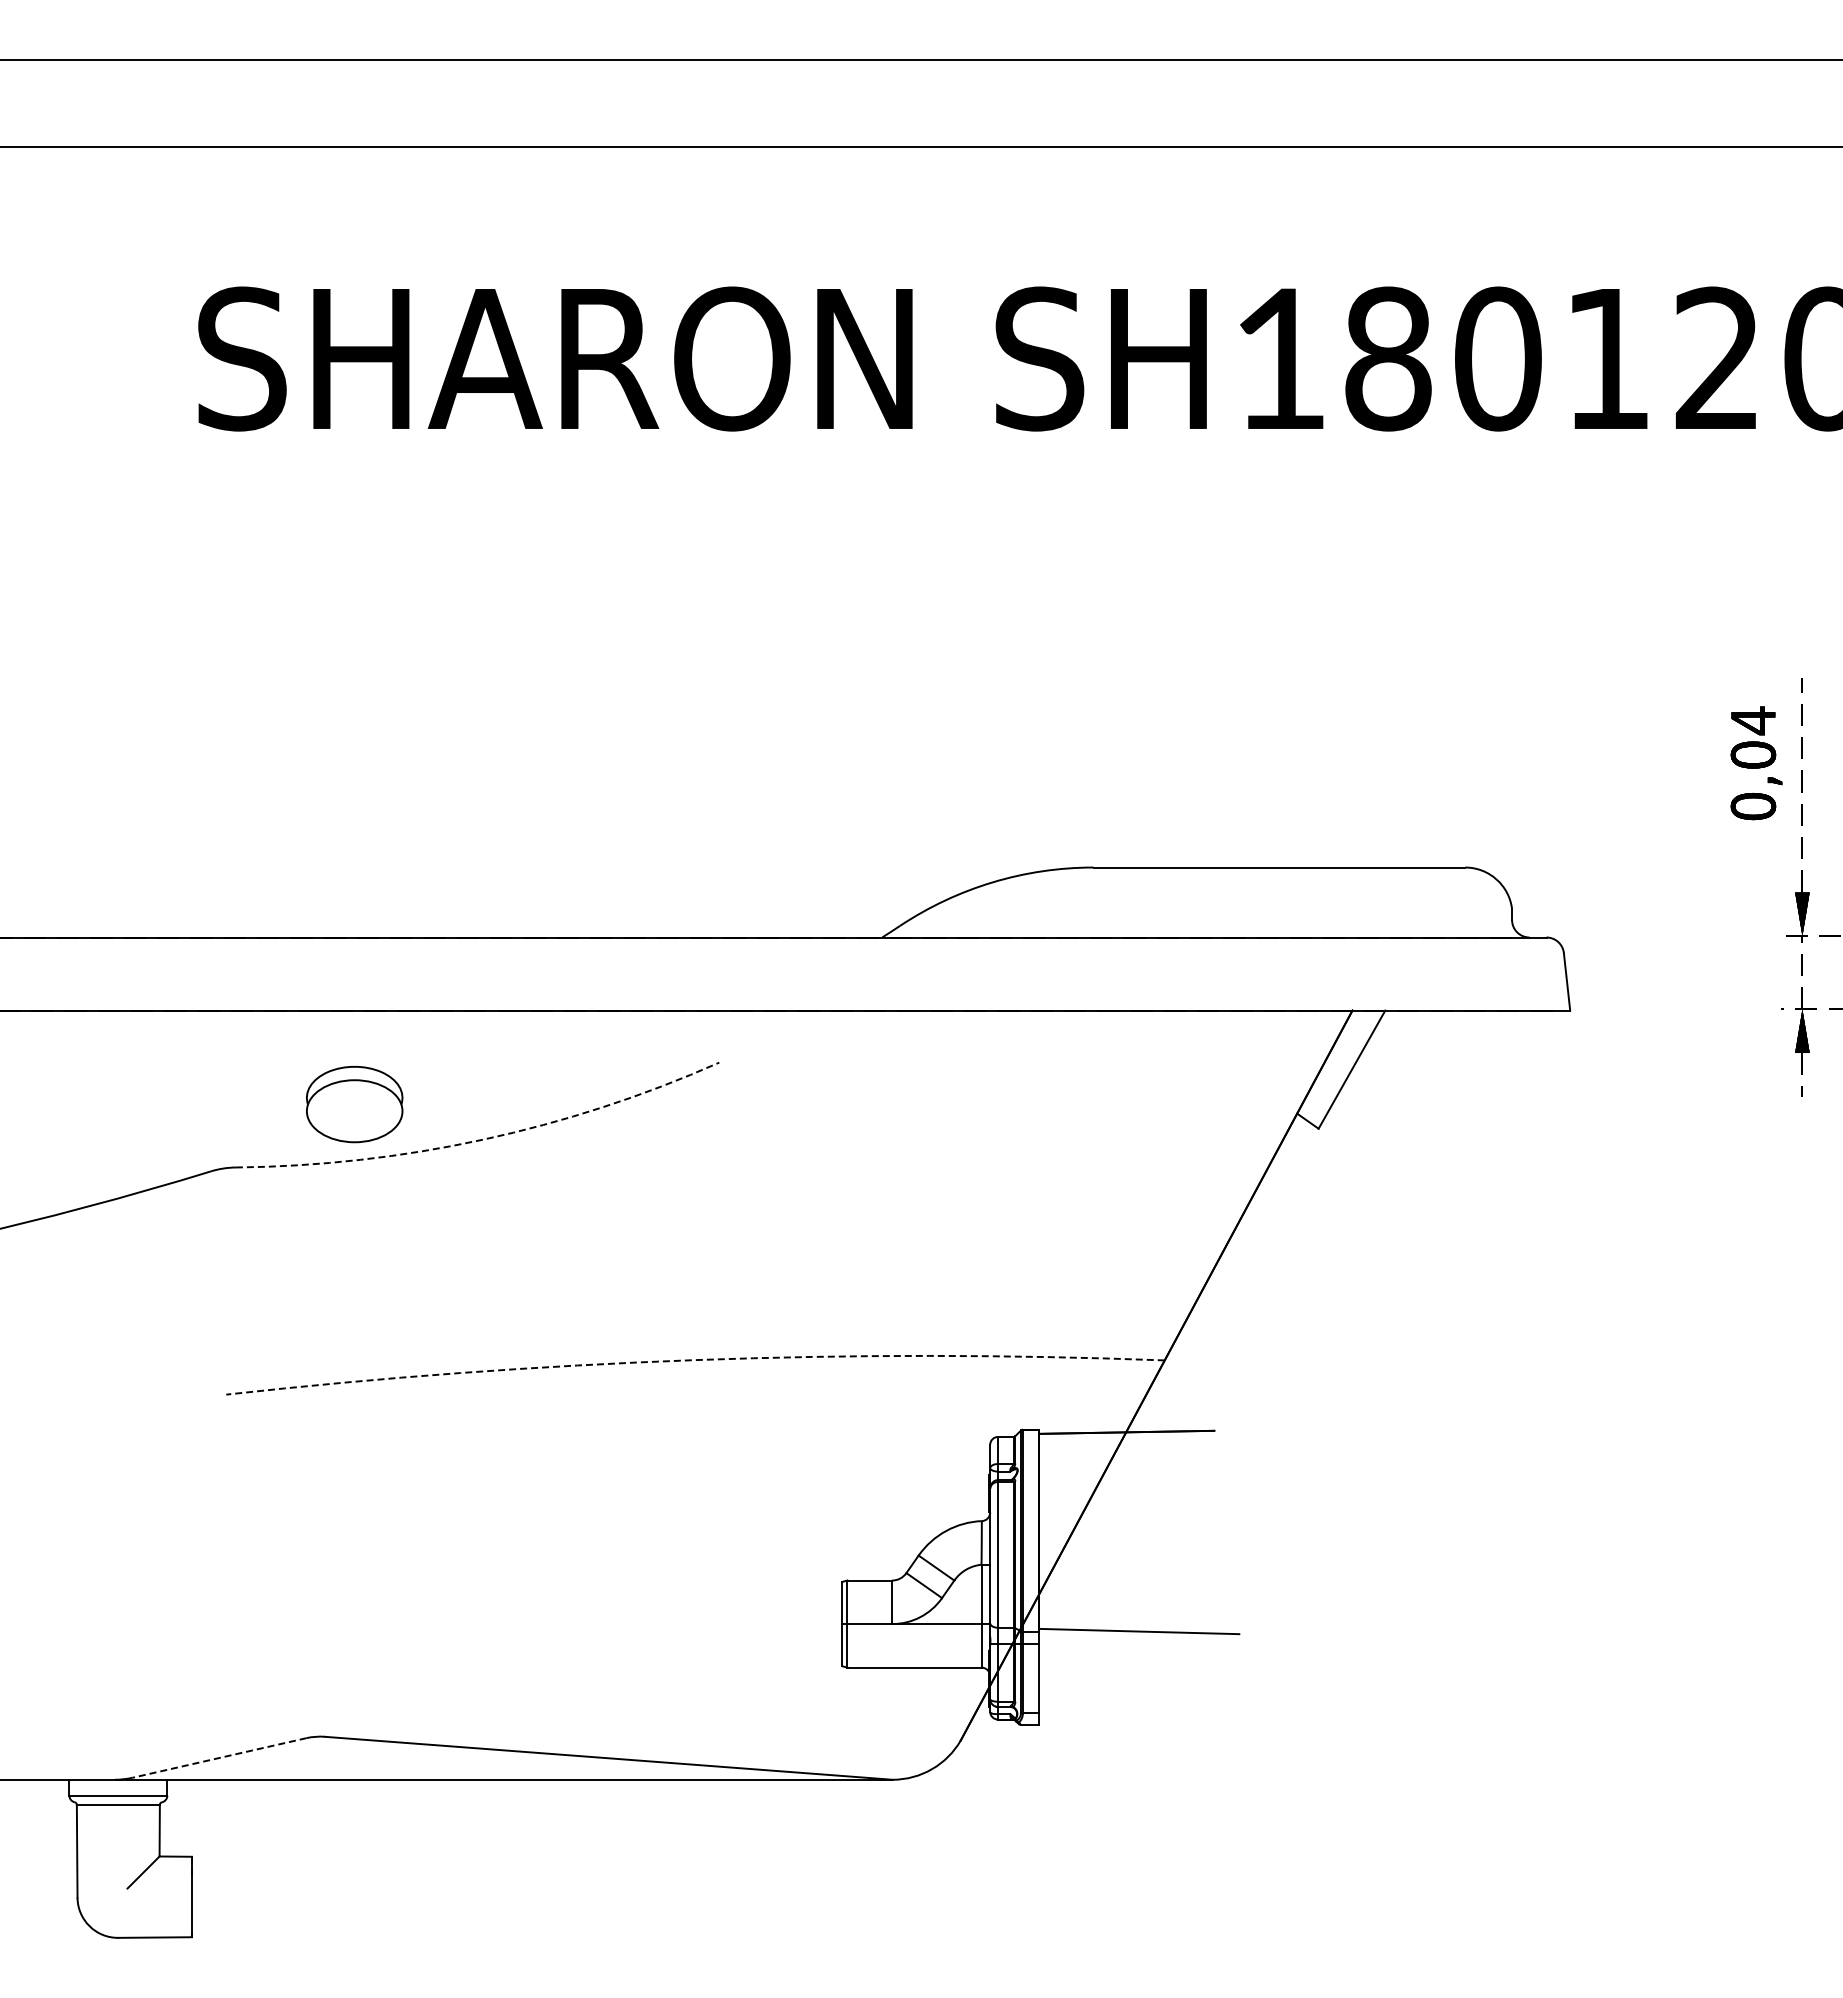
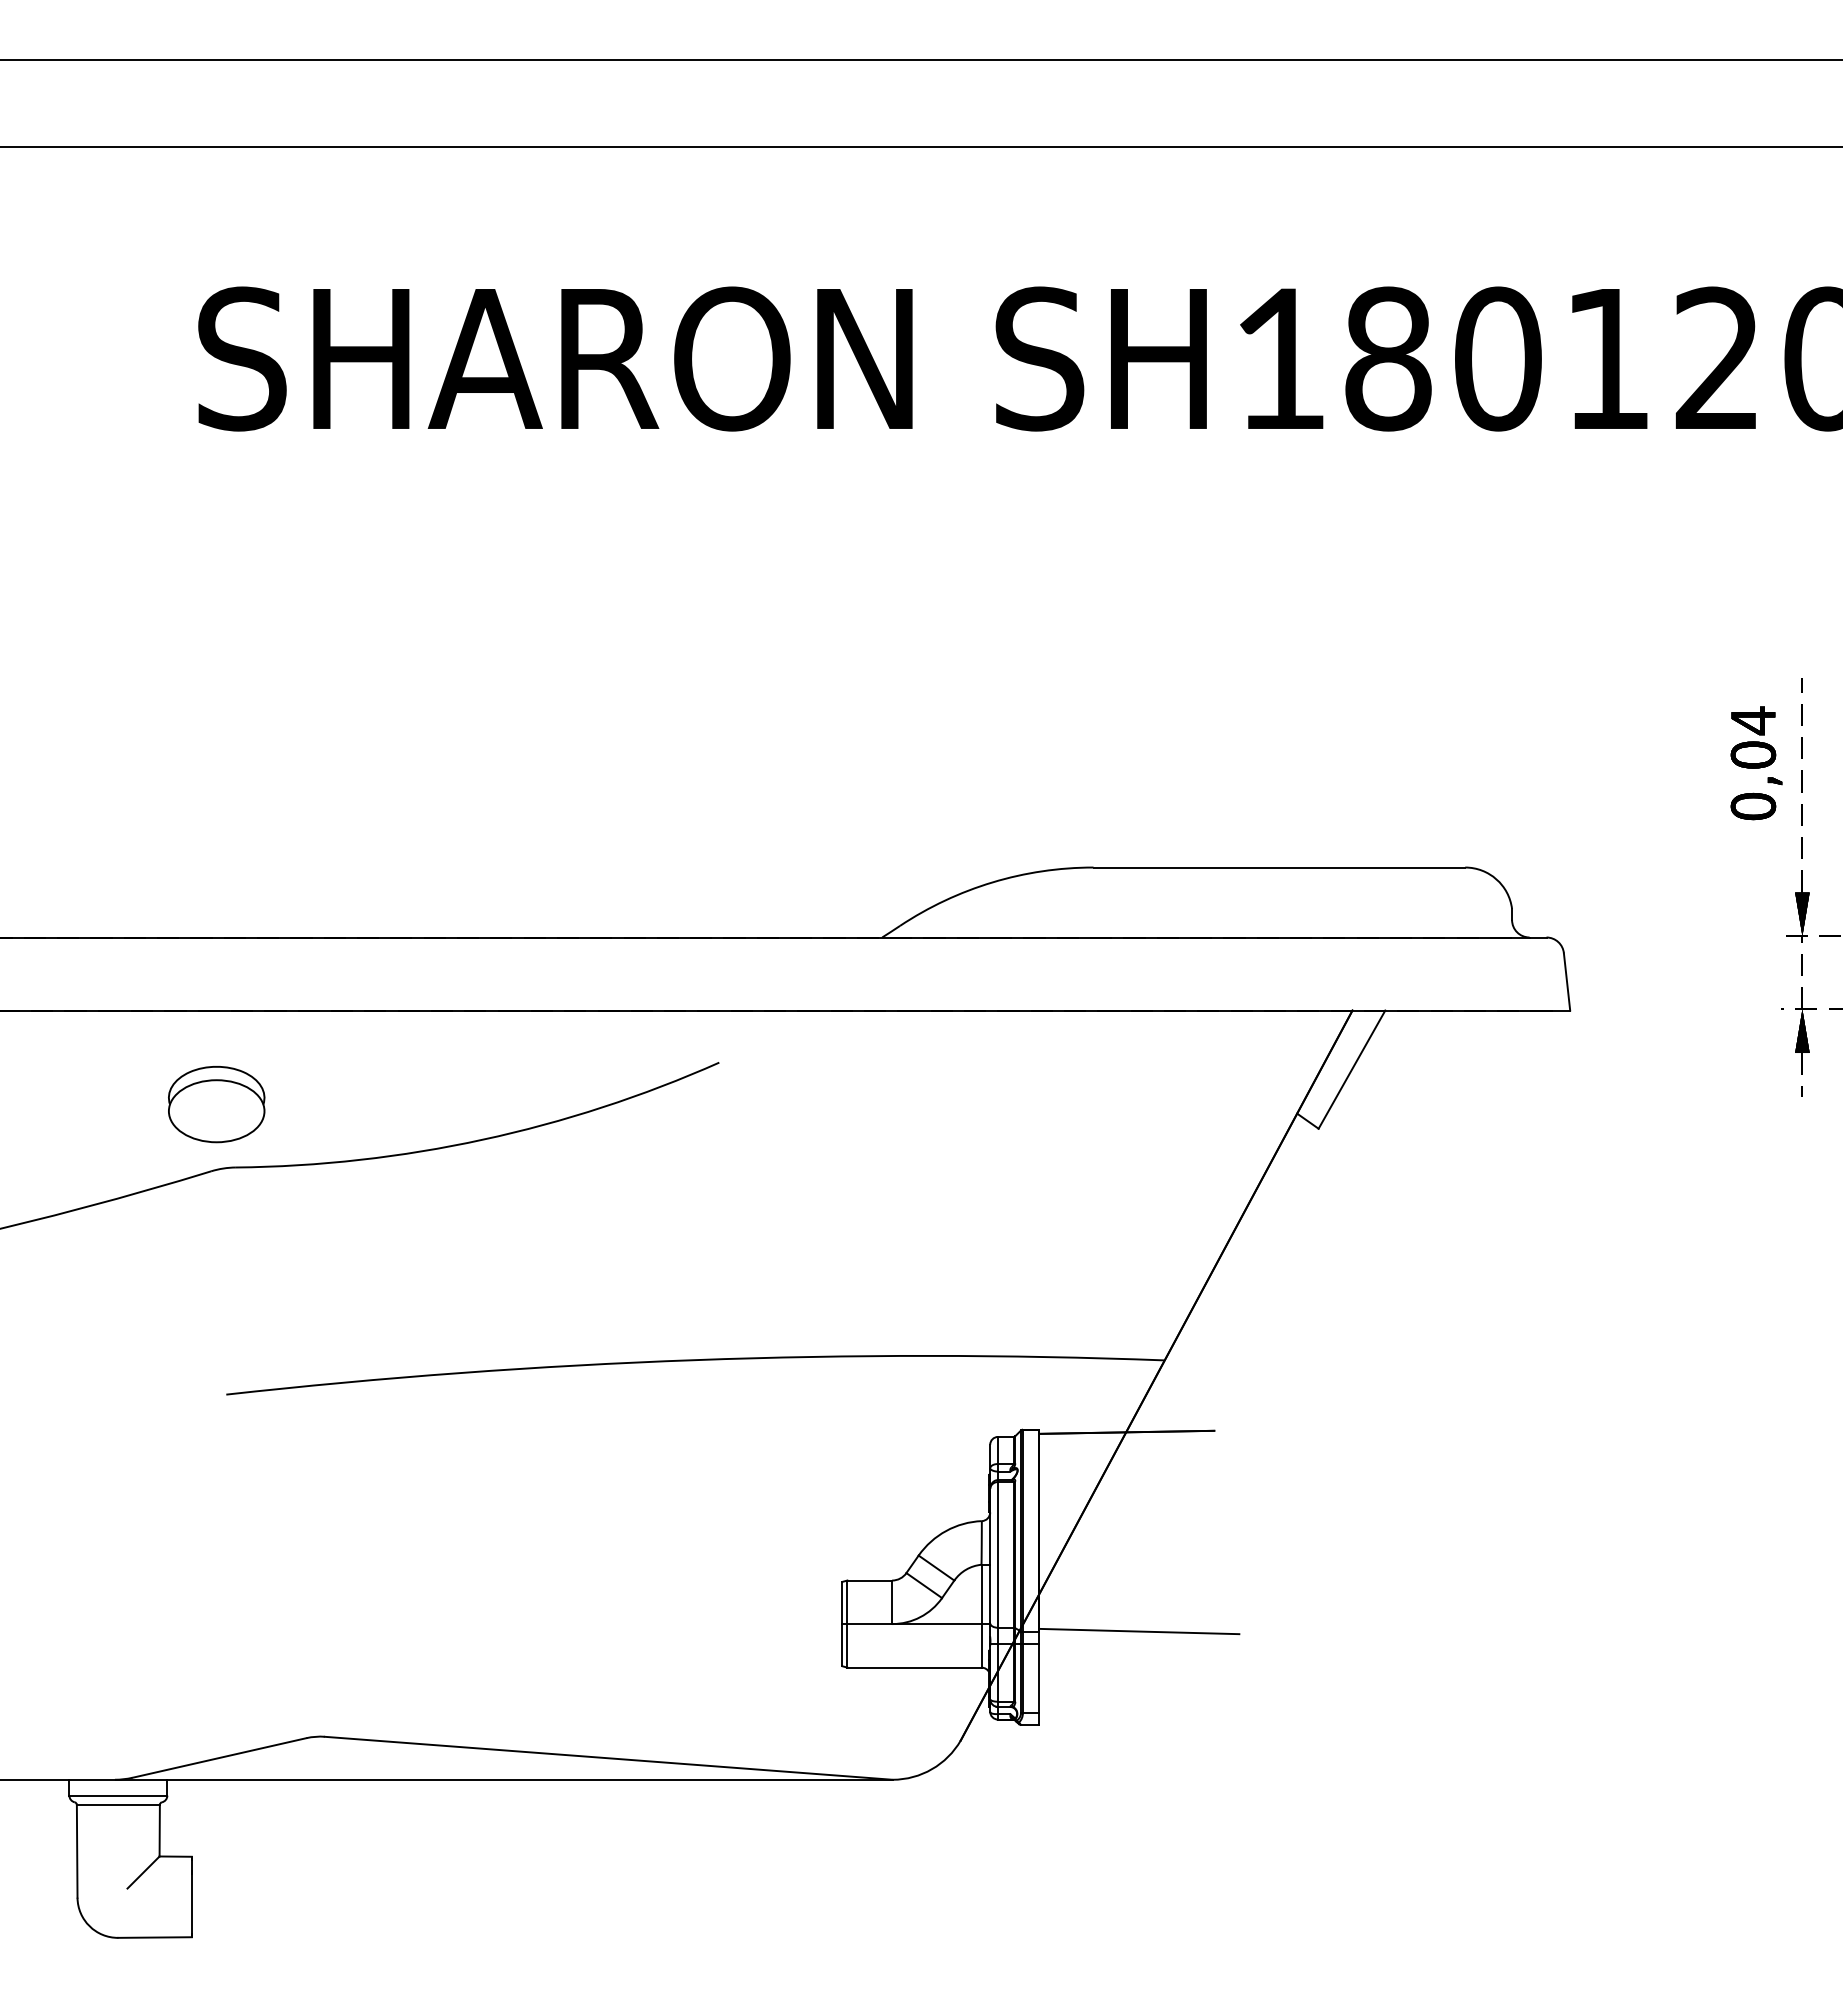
part at (354, 1104) position: (354, 1104) -> (216, 1104)
arc at (482, 1139): dashed -> solid
arc at (694, 1360): dashed -> solid
line at (219, 1758): dashed -> solid
